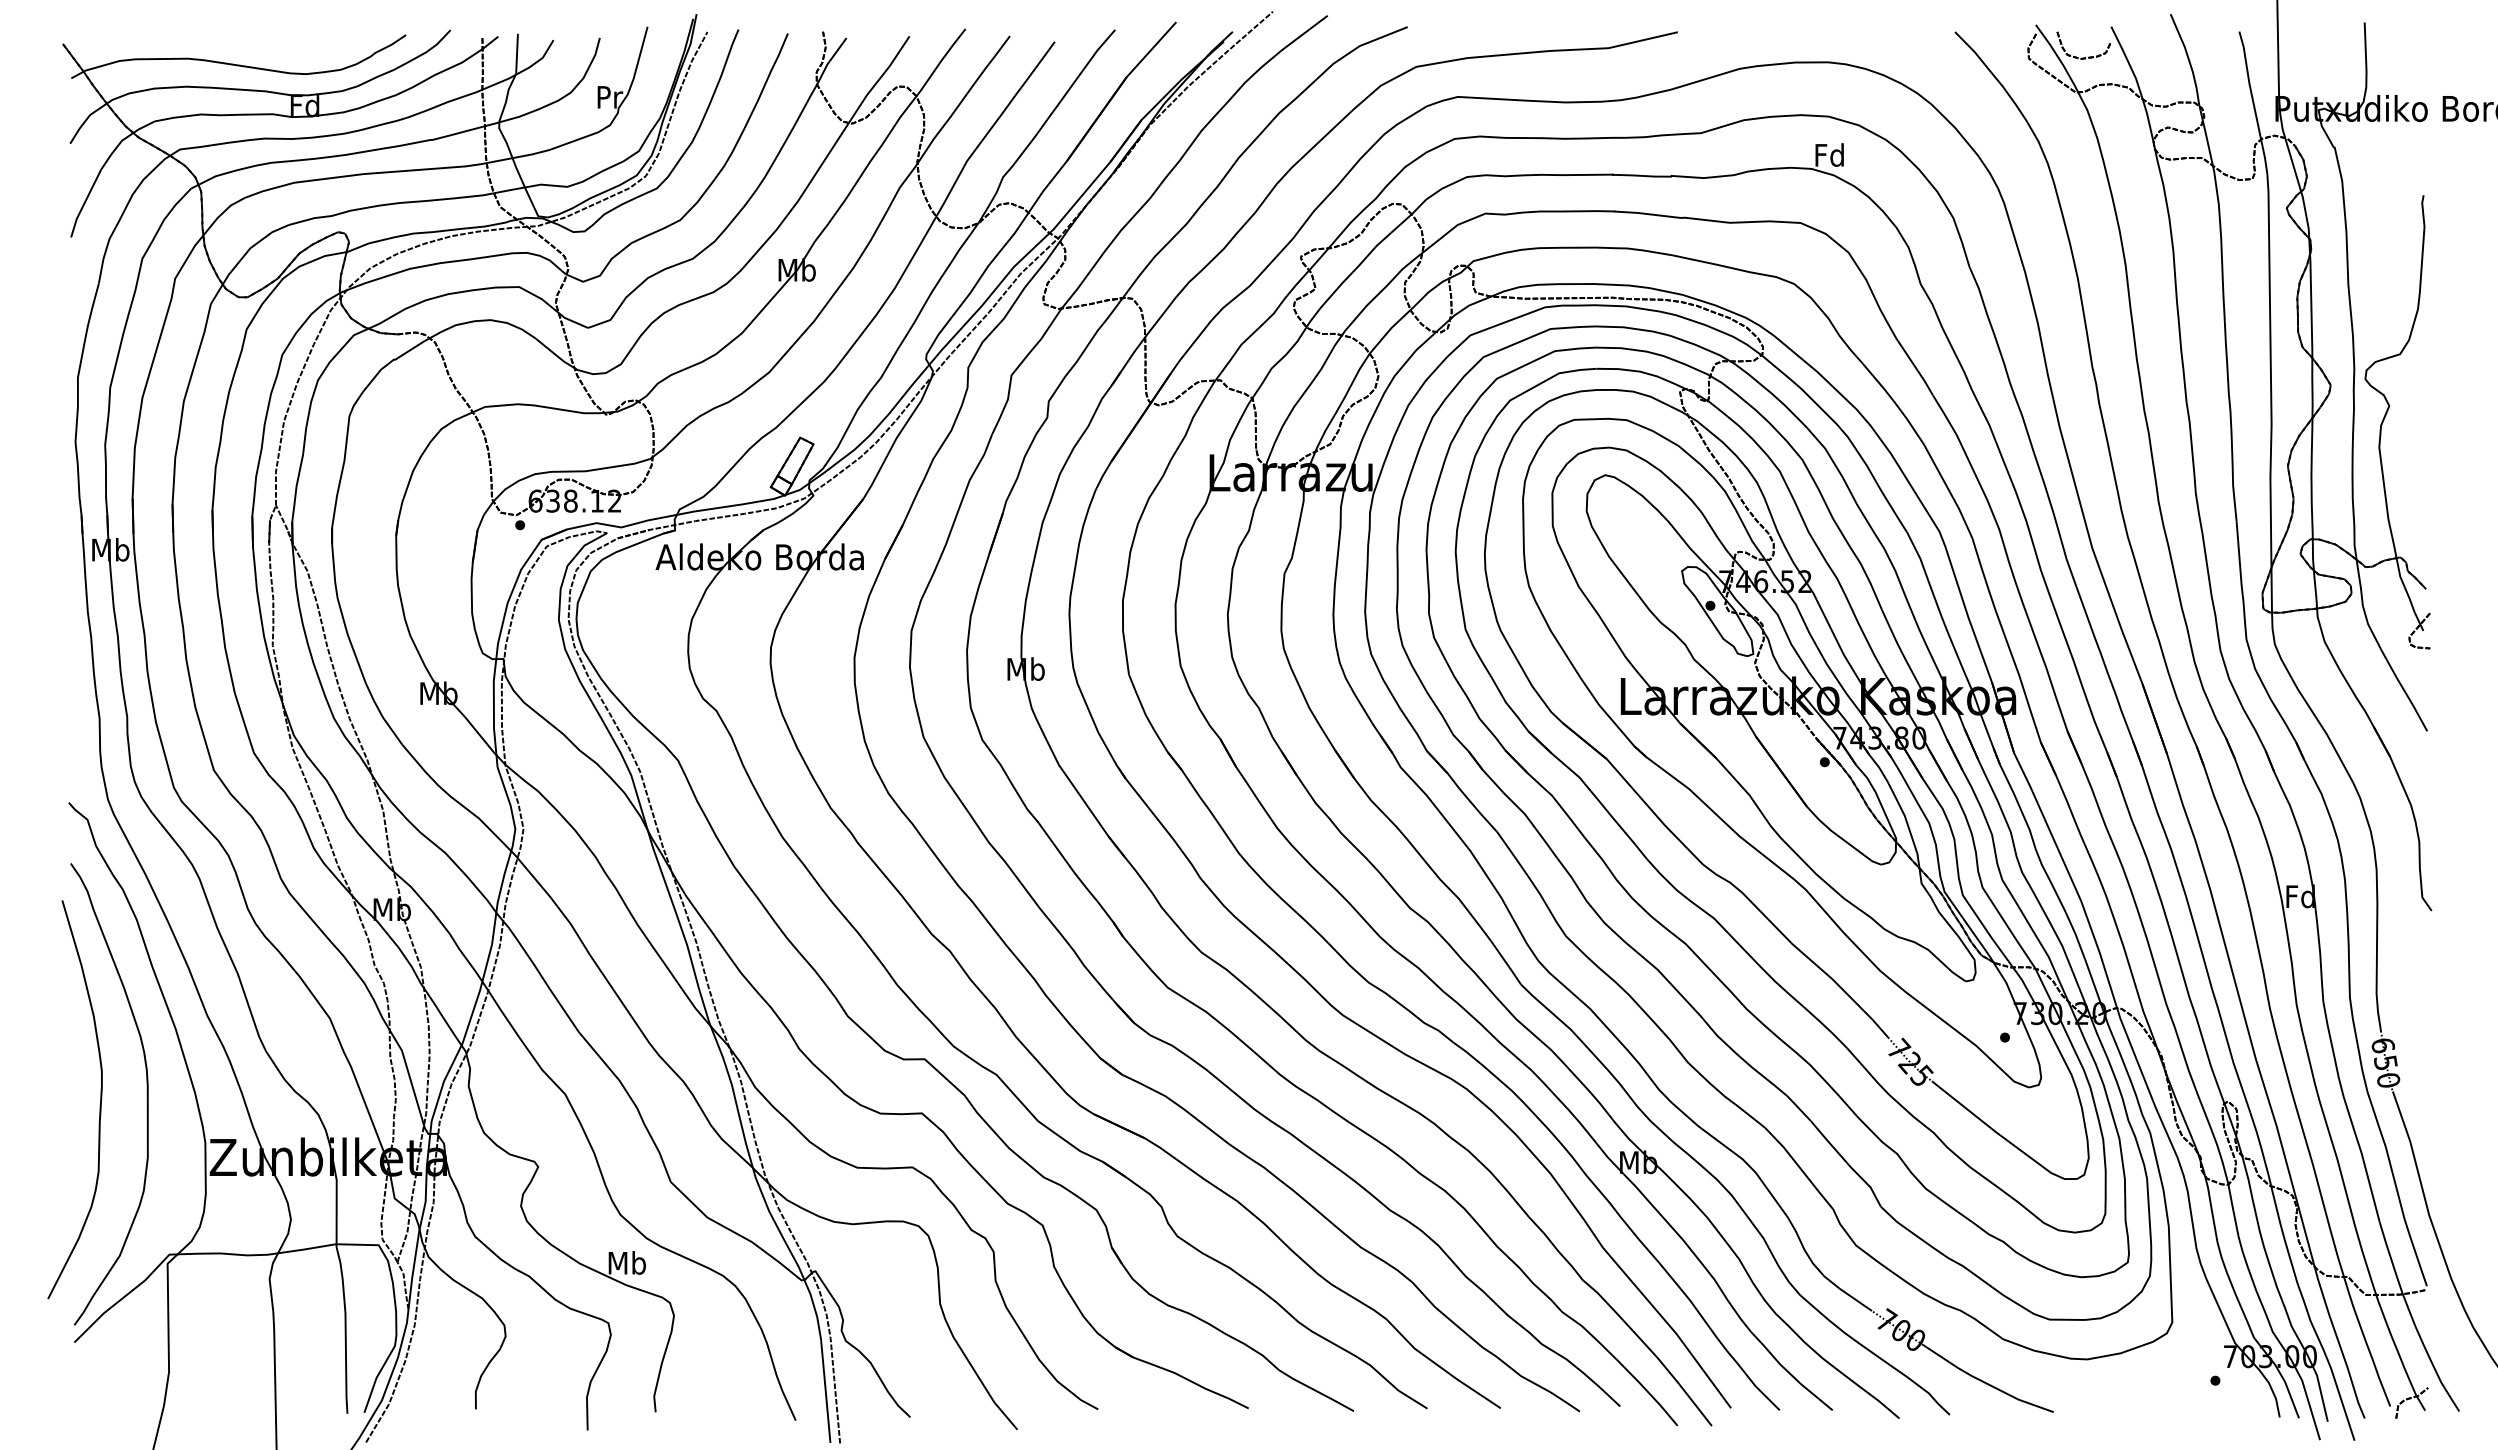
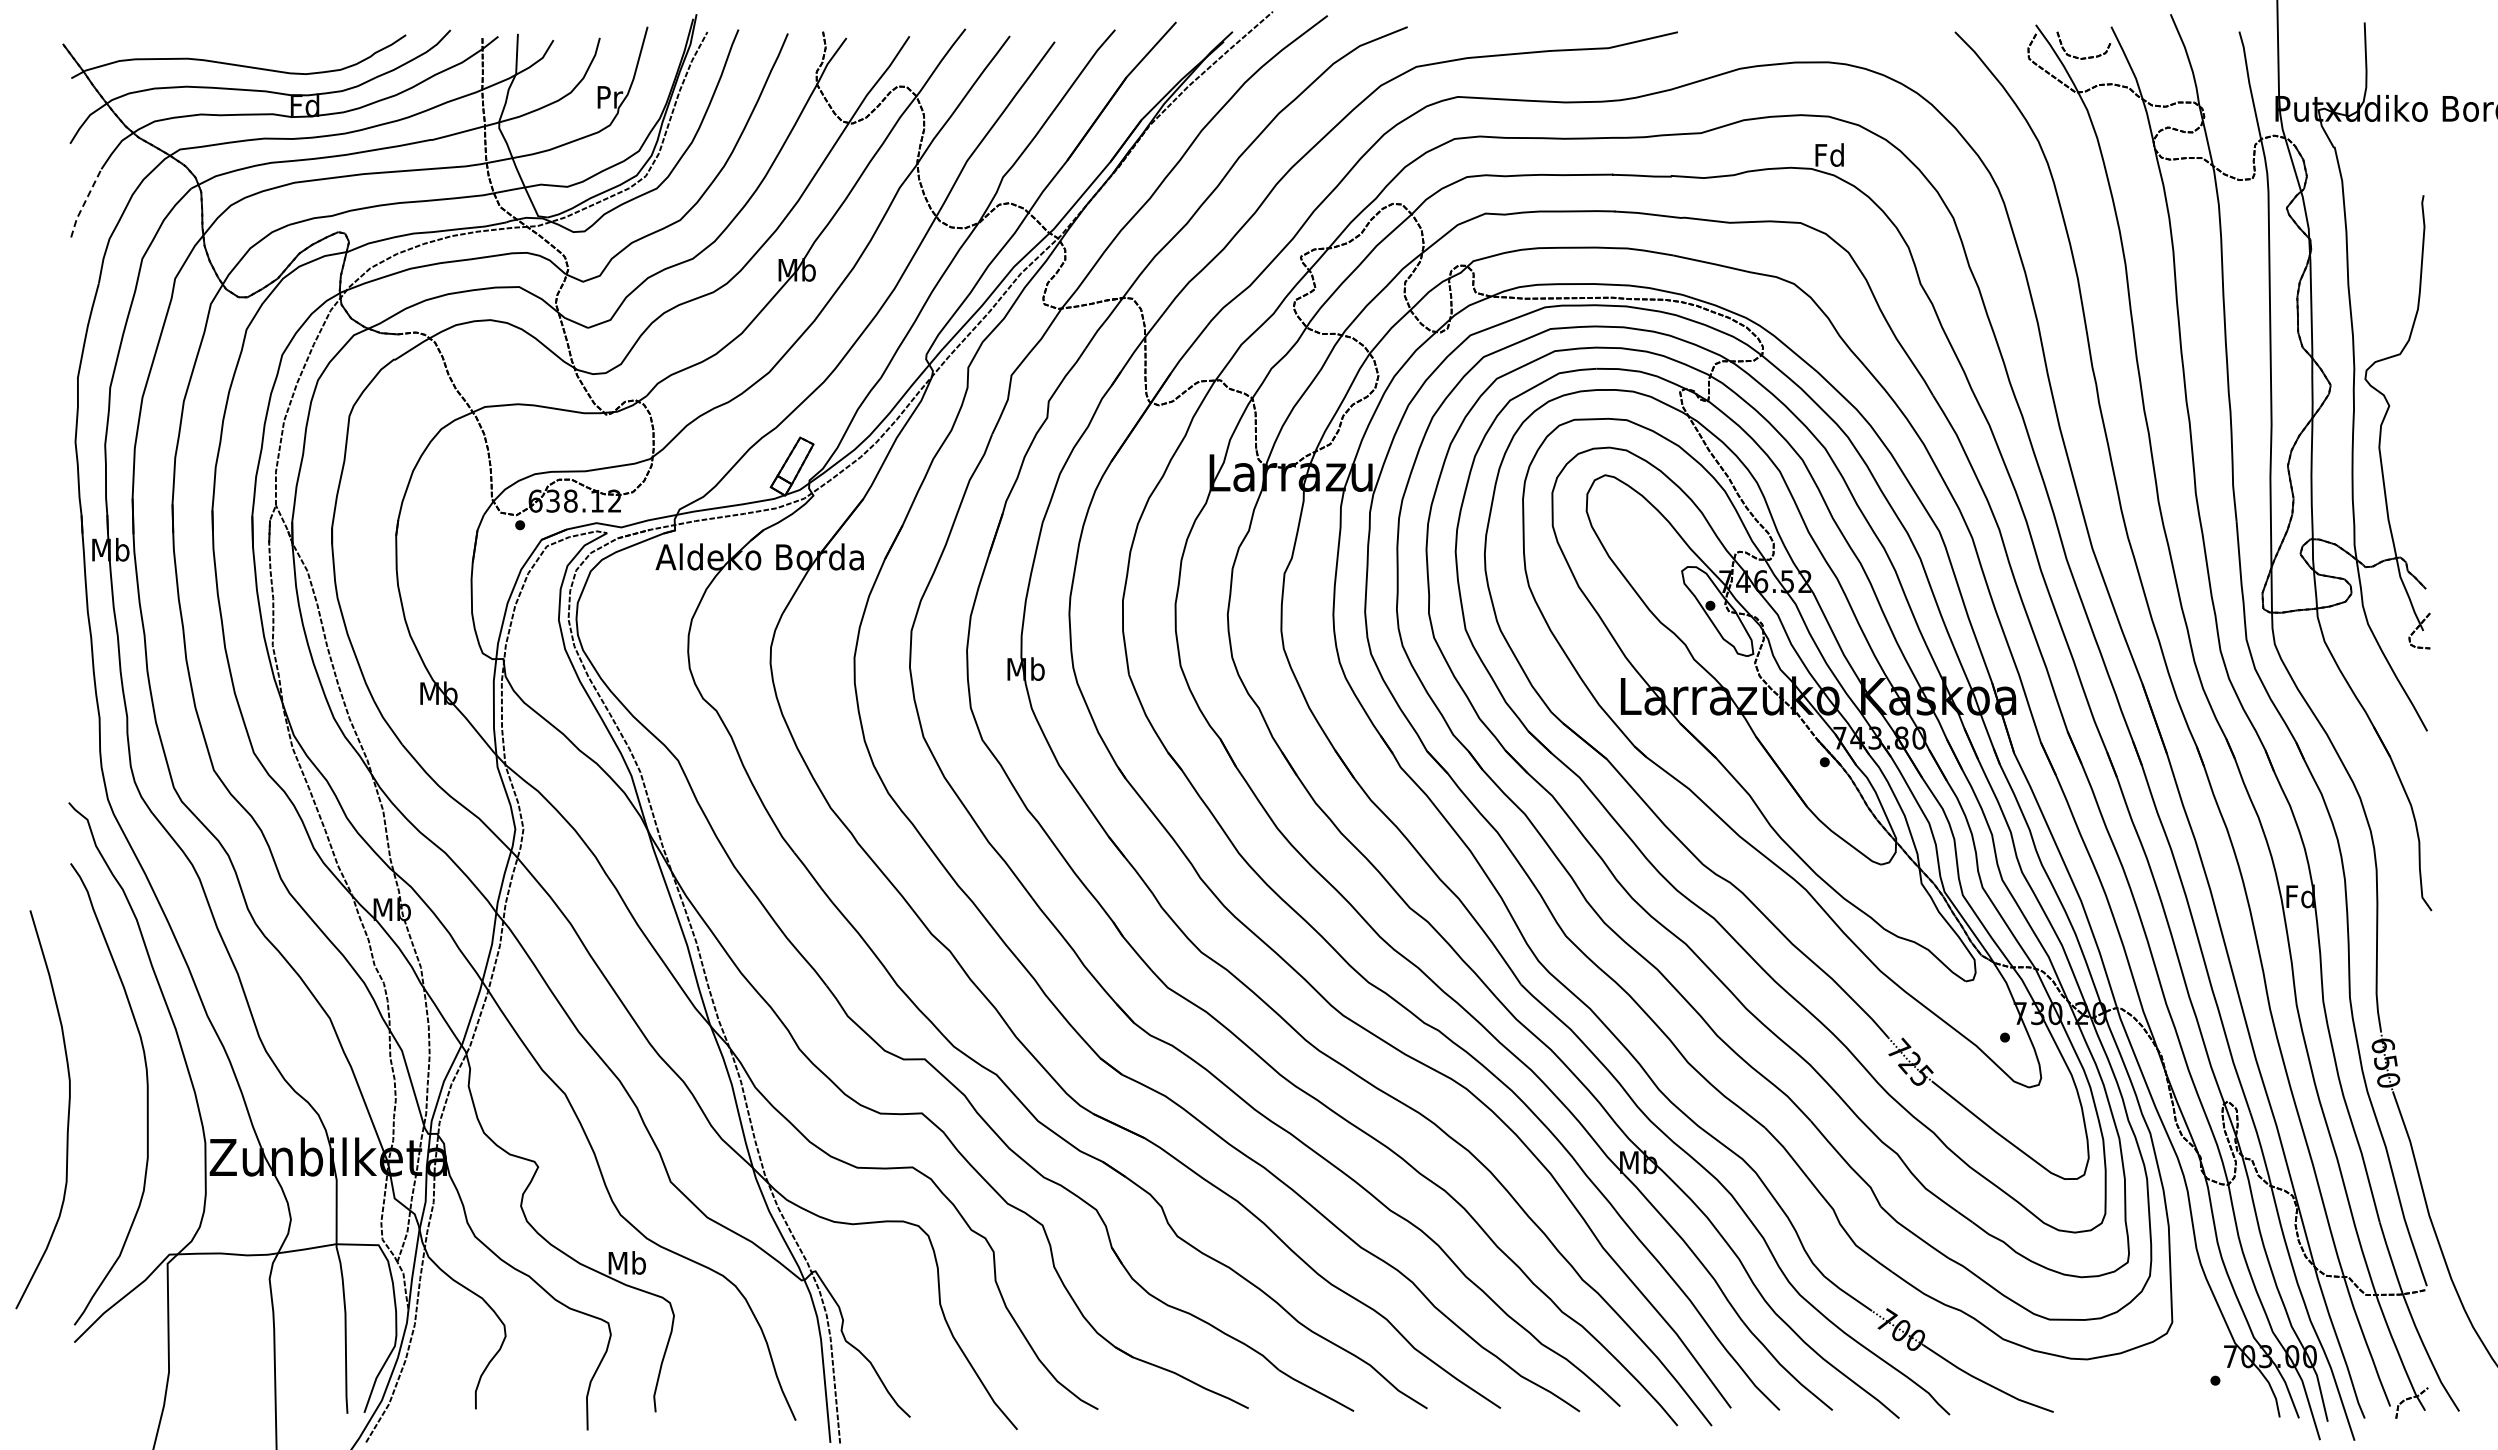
line at (84, 203): solid -> dashed
curve at (99, 1105) position: (99, 1105) -> (67, 1115)
